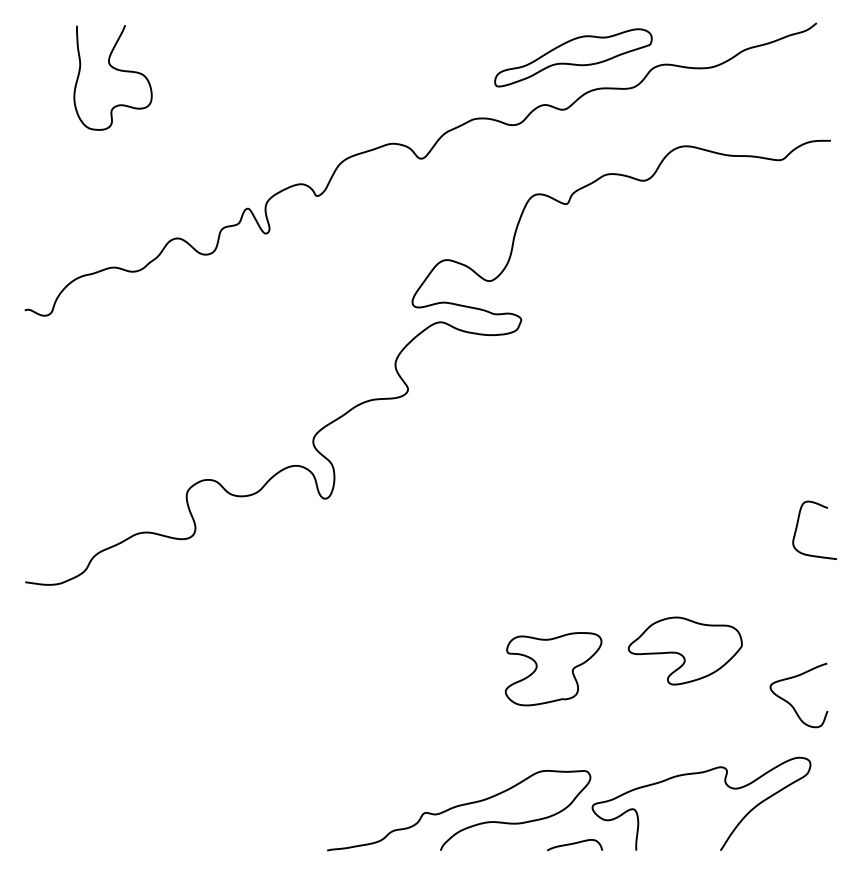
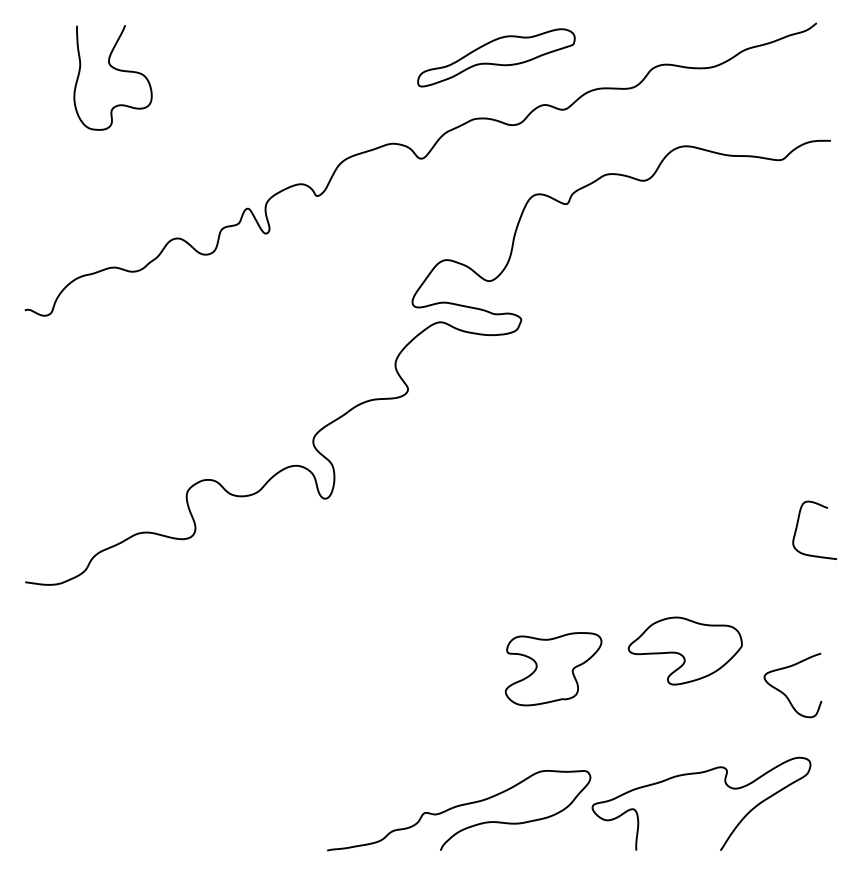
part at (573, 57) position: (573, 57) -> (496, 57)
curve at (790, 703) position: (790, 703) -> (784, 693)
curve at (574, 844): present -> none
